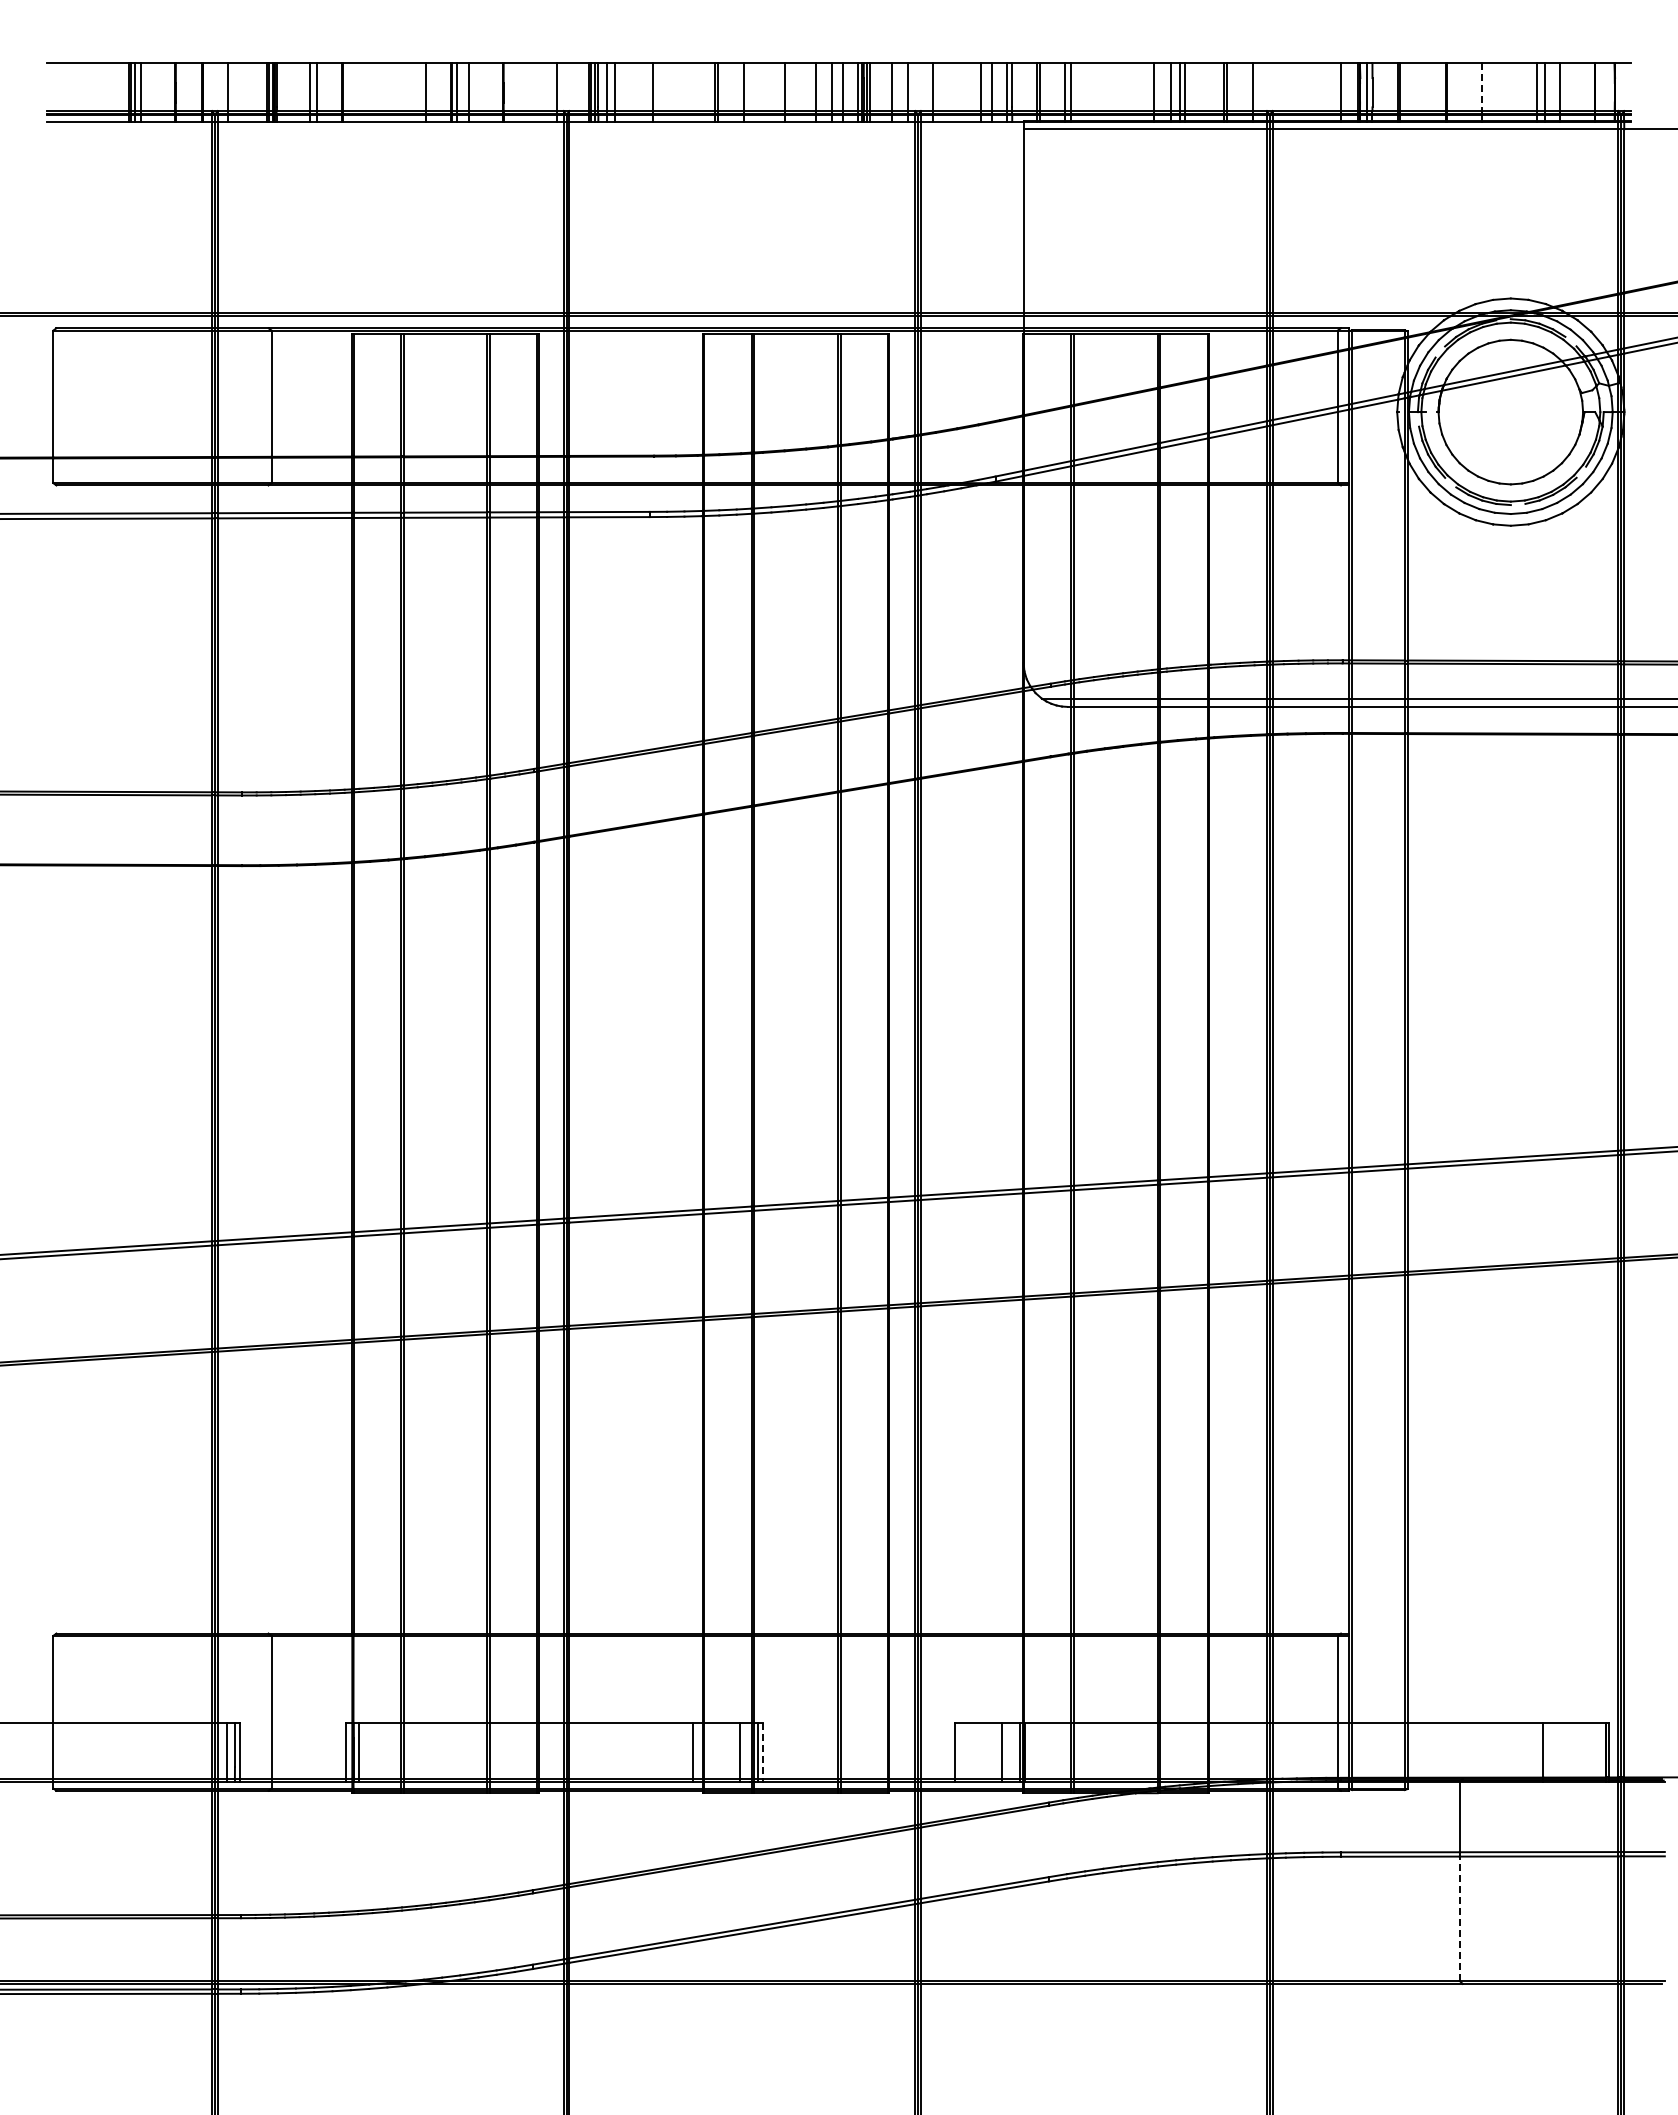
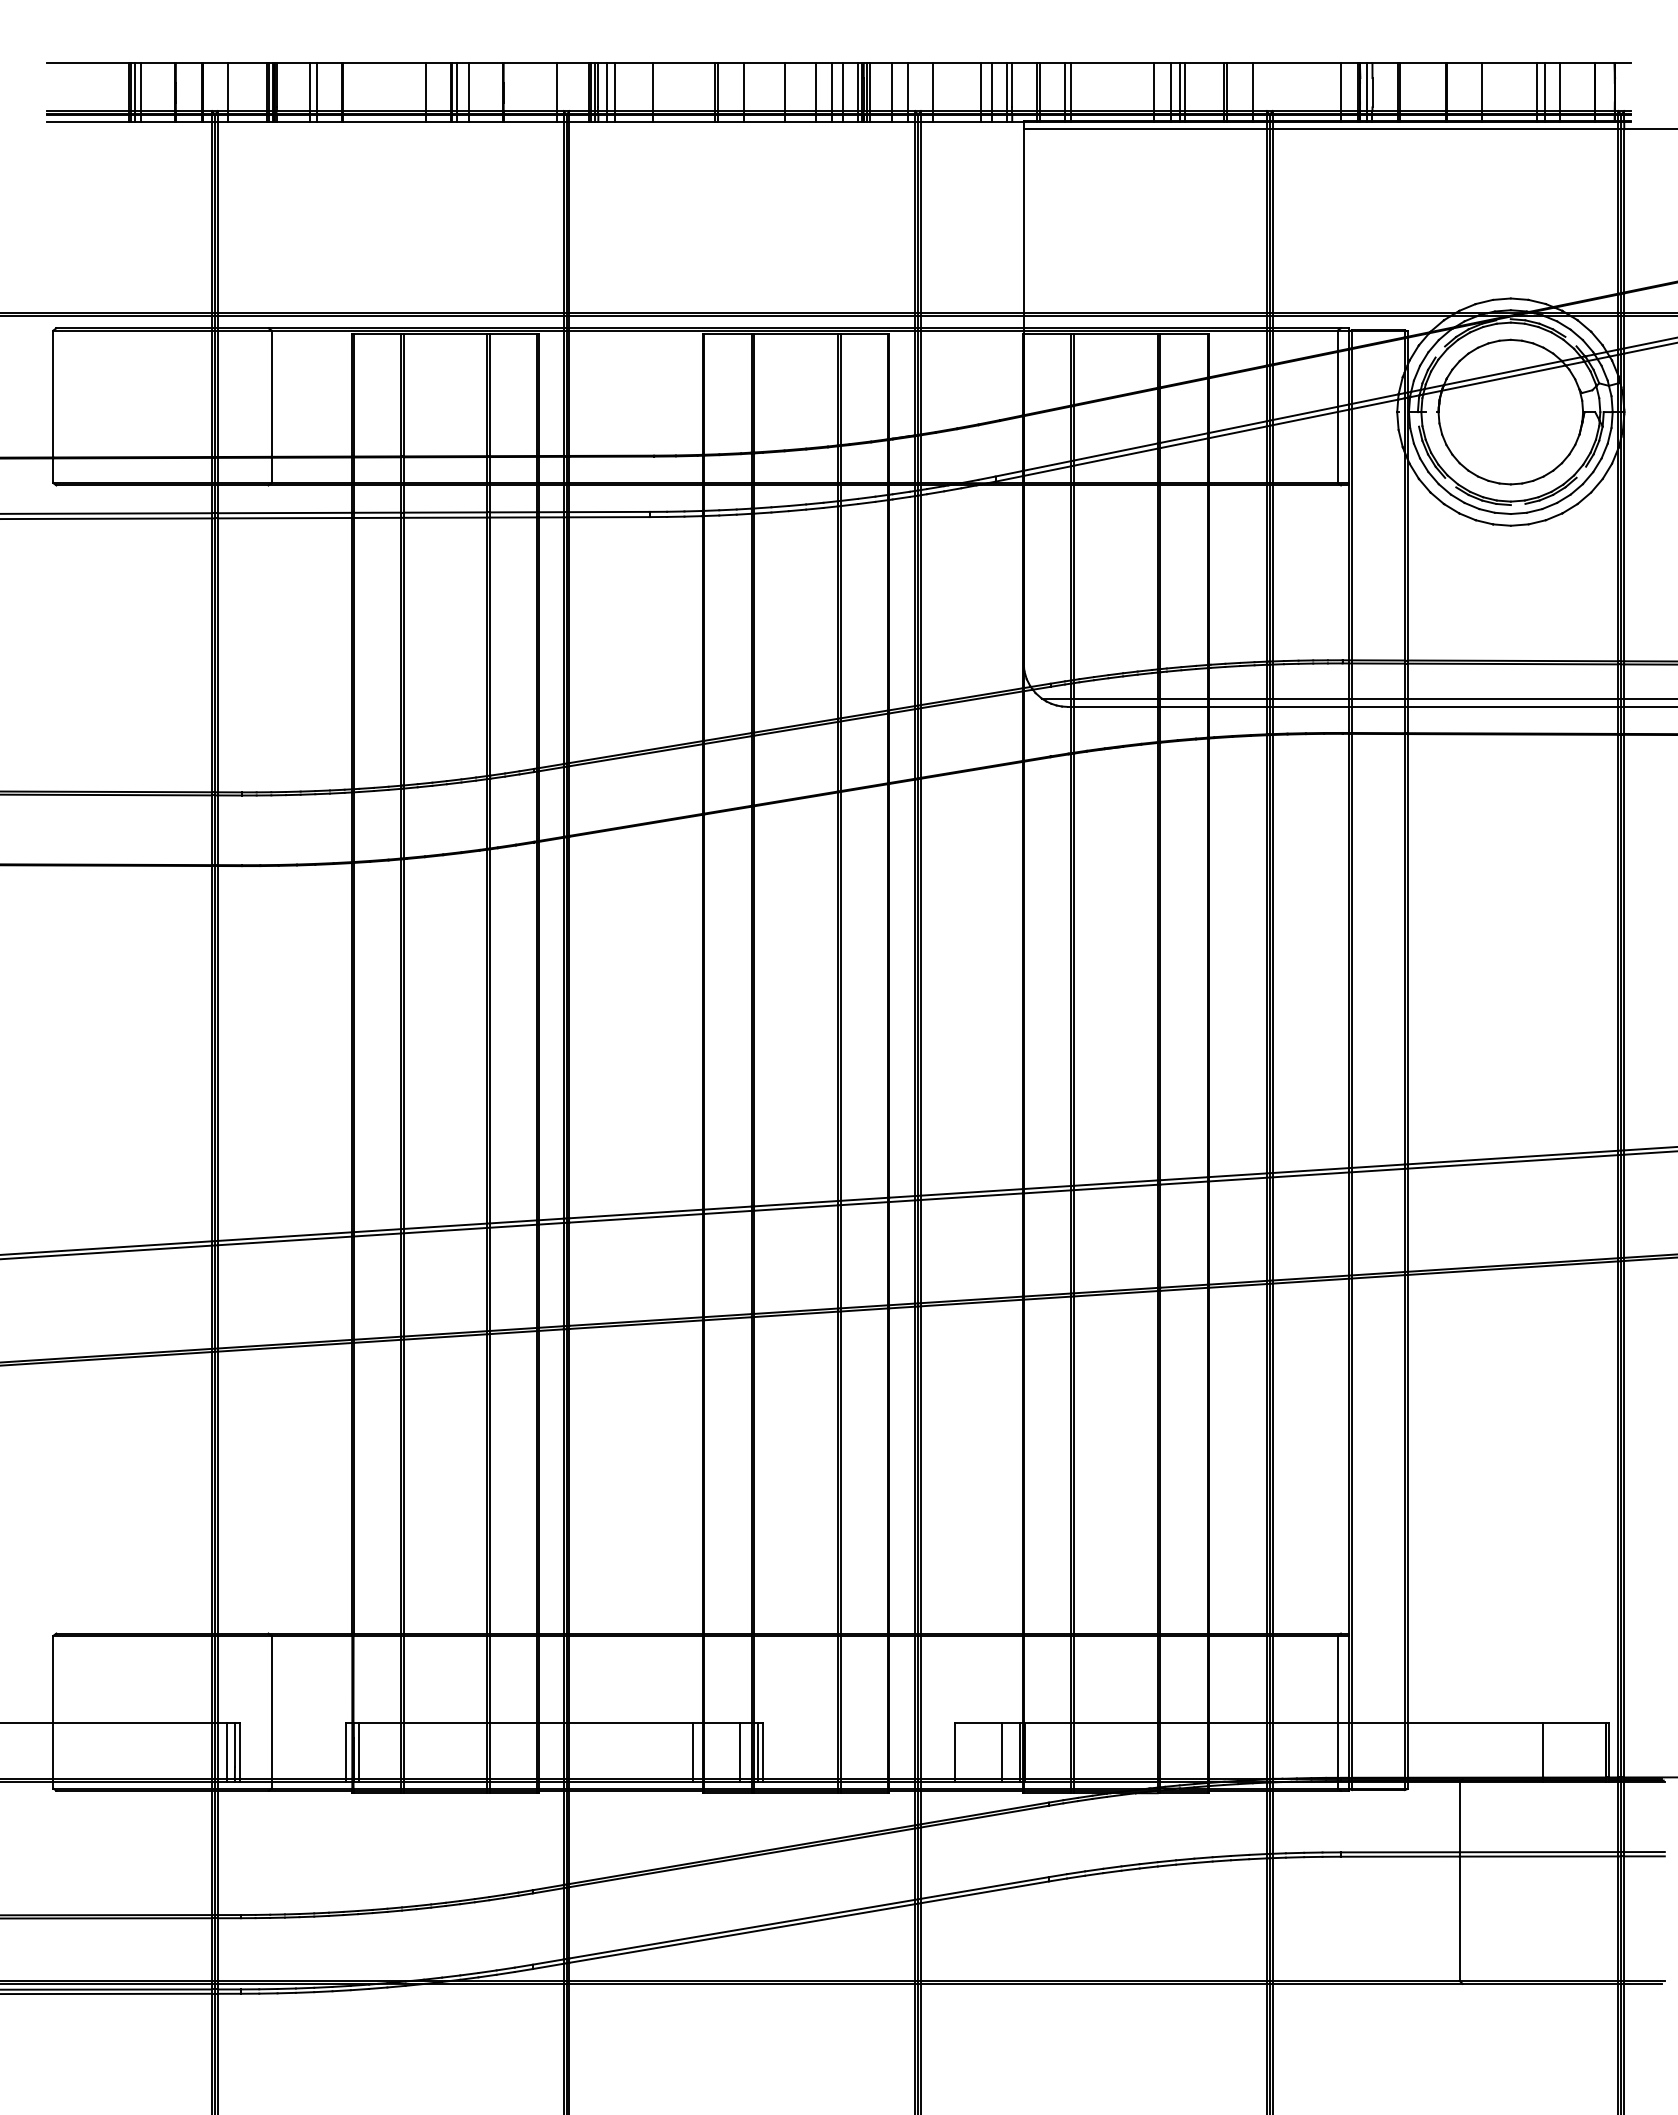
line at (1482, 87): dashed -> solid
line at (763, 1750): dashed -> solid
line at (1459, 1918): dashed -> solid
